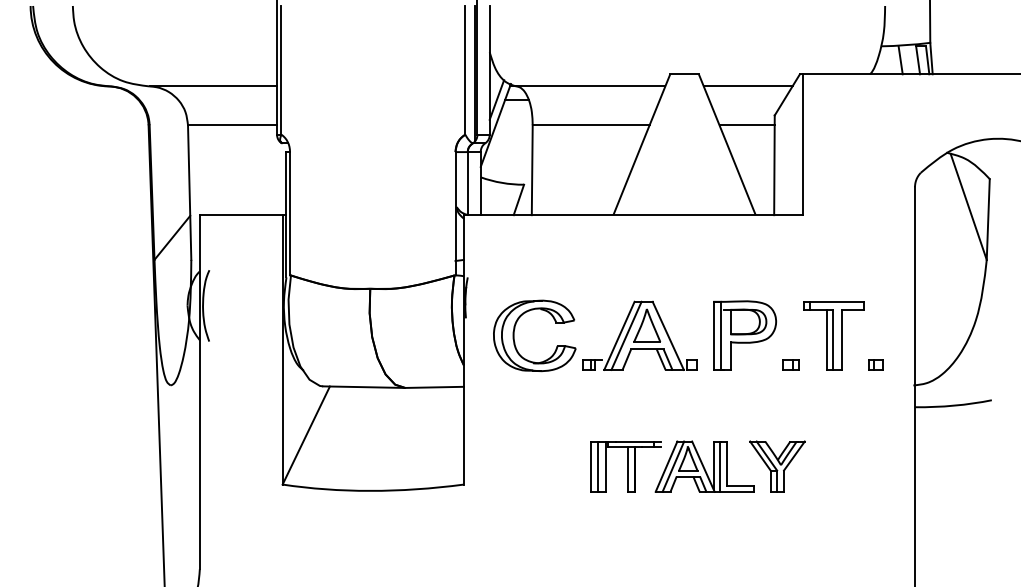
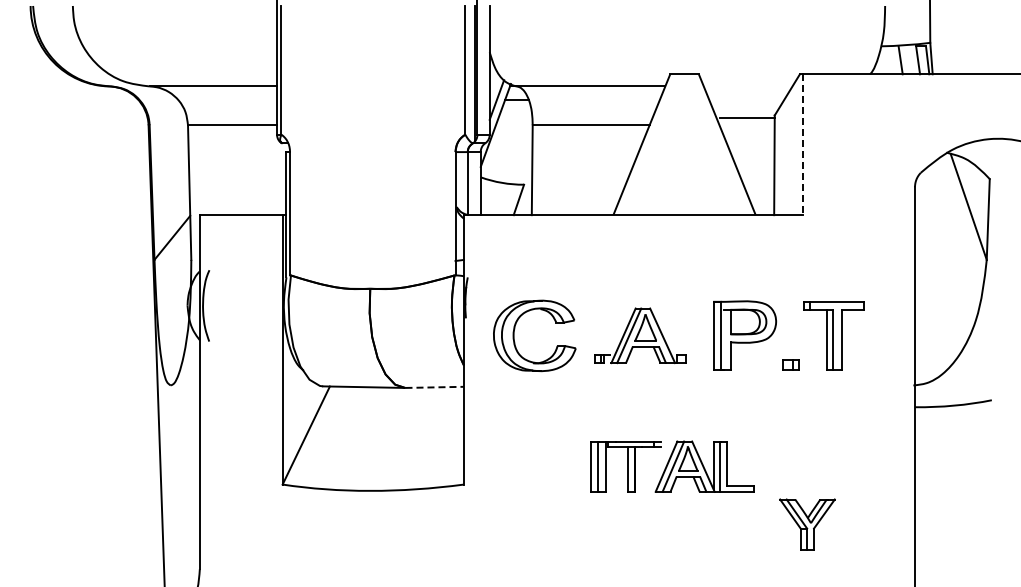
line at (747, 86): present -> none
line at (746, 125) position: (746, 125) -> (746, 118)
line at (803, 145): solid -> dashed
part at (639, 335) size: 116x71 px -> 93x58 px
part at (875, 364): present -> none
line at (435, 387): solid -> dashed
part at (777, 466) position: (777, 466) -> (807, 524)
